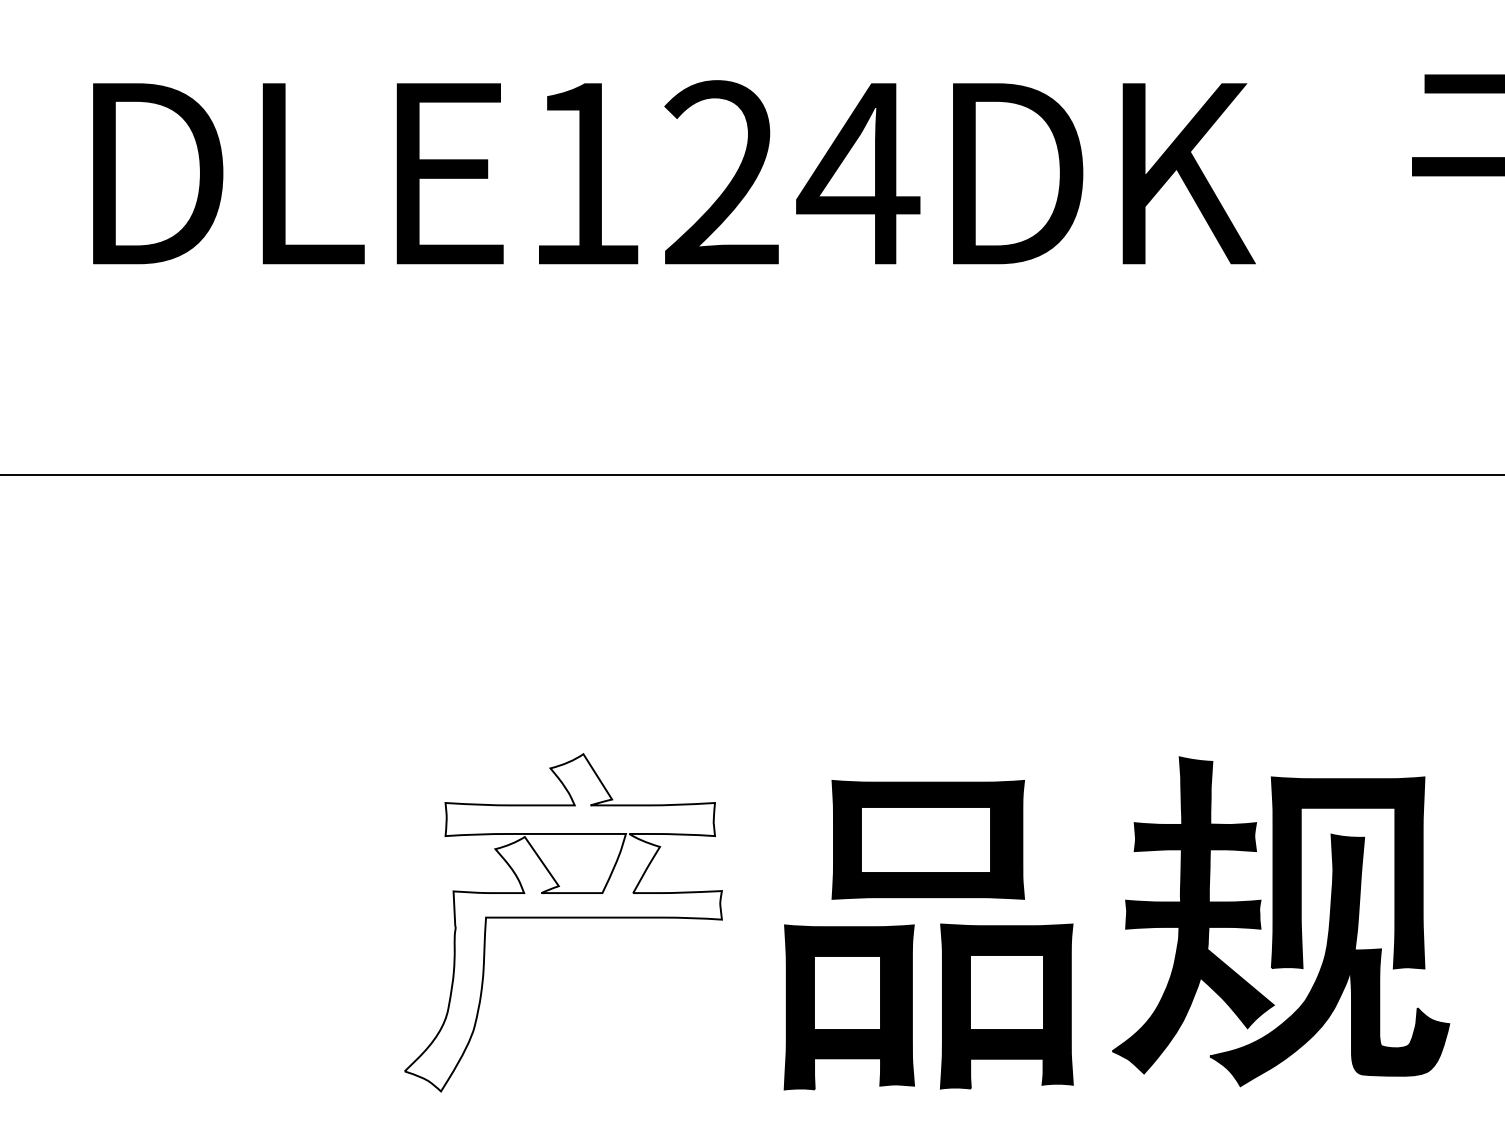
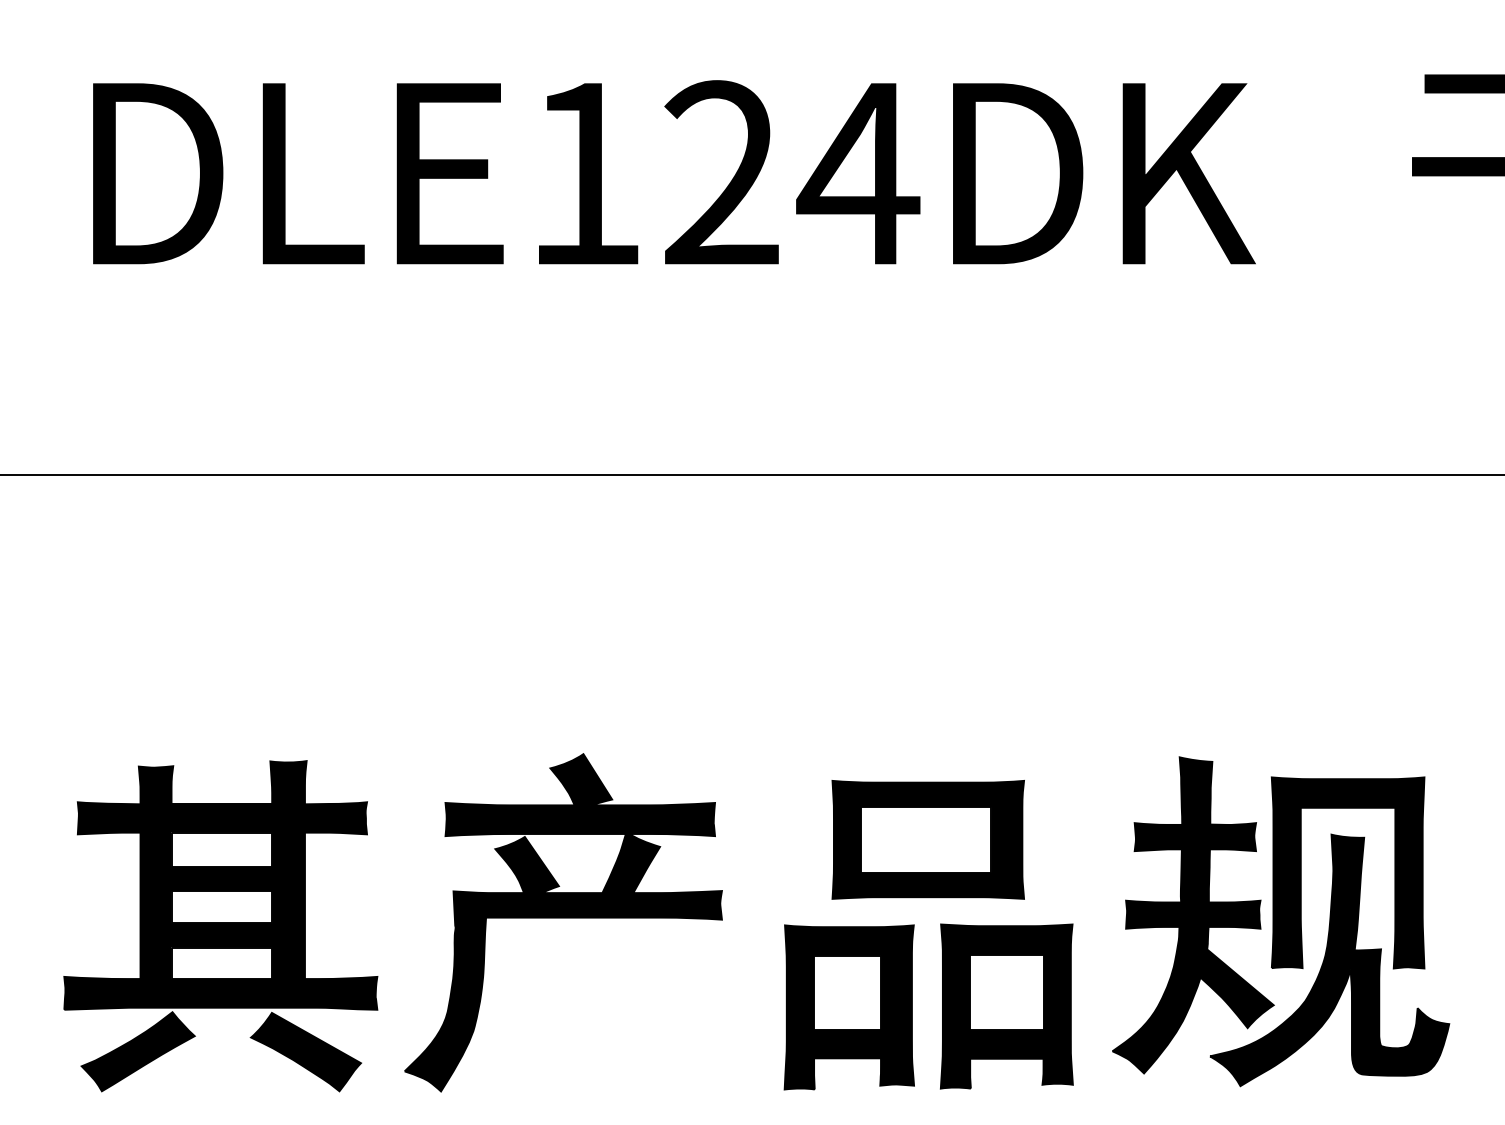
fill at (562, 922): none -> present
part at (220, 926): none -> present
